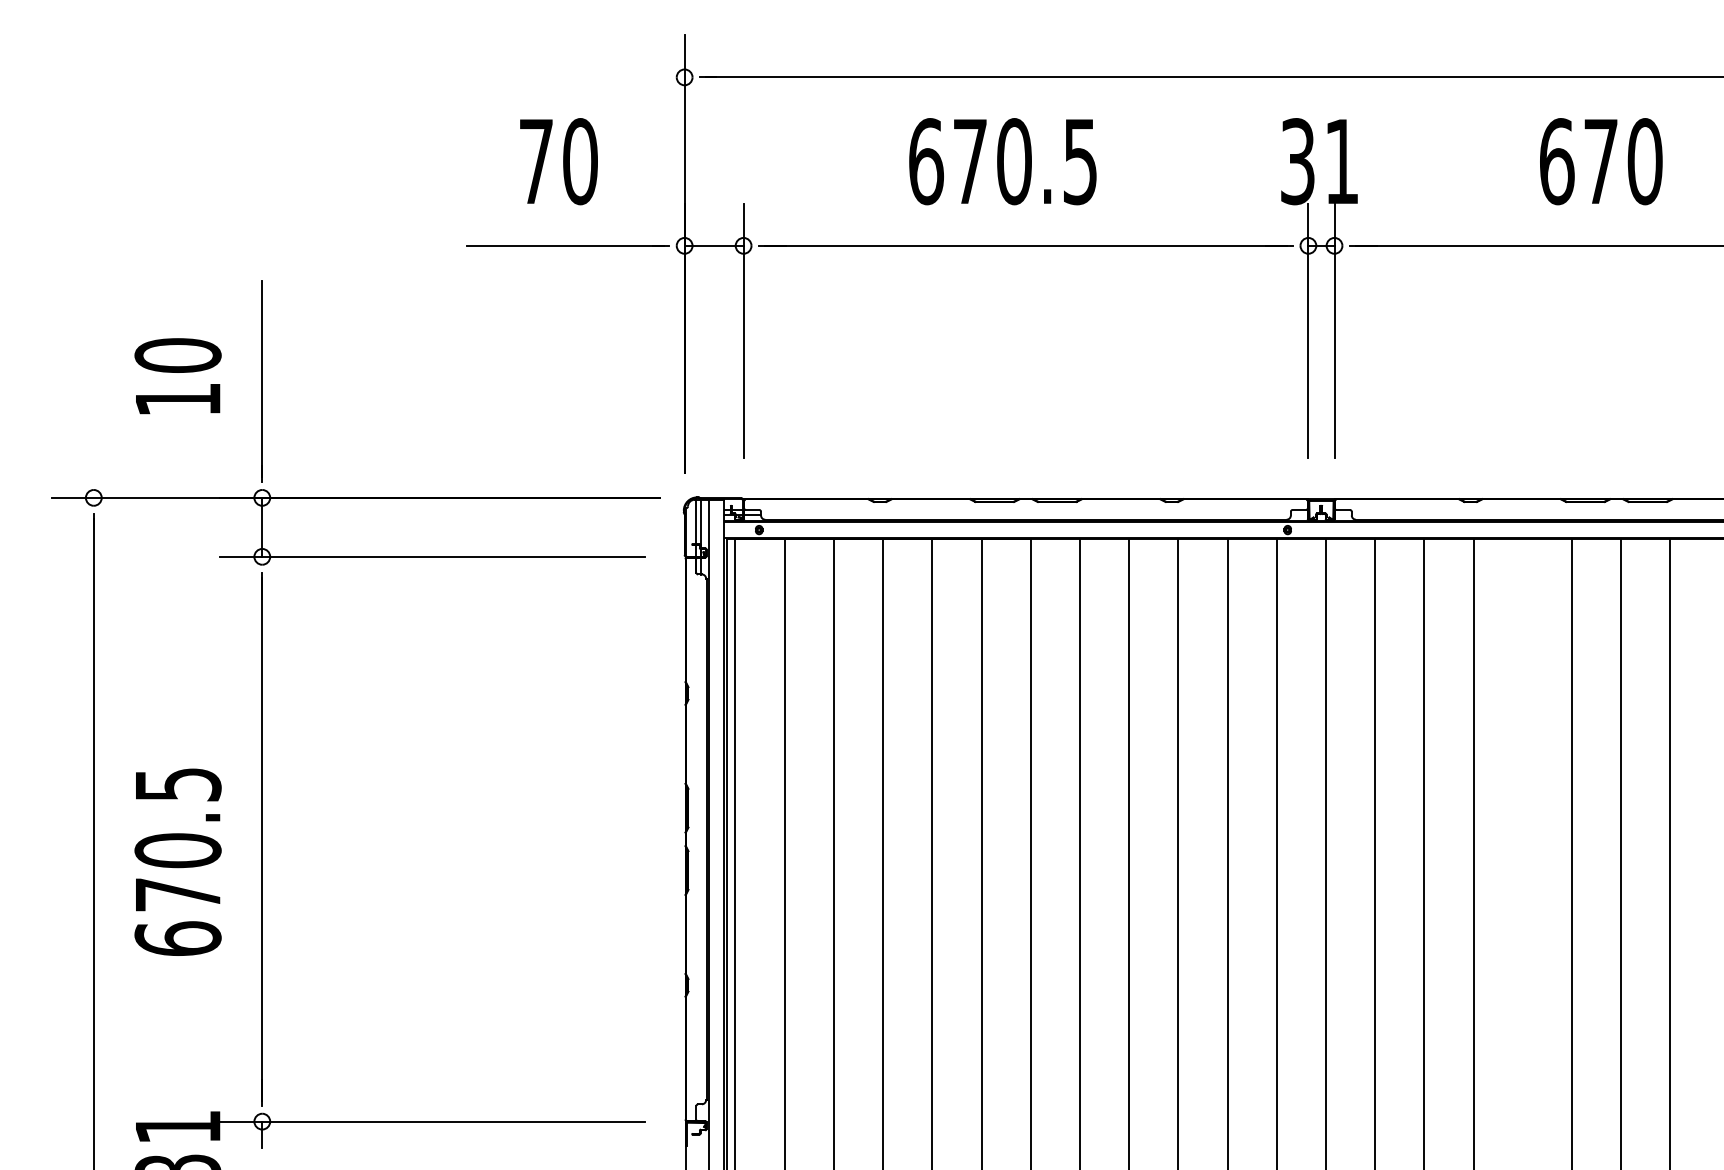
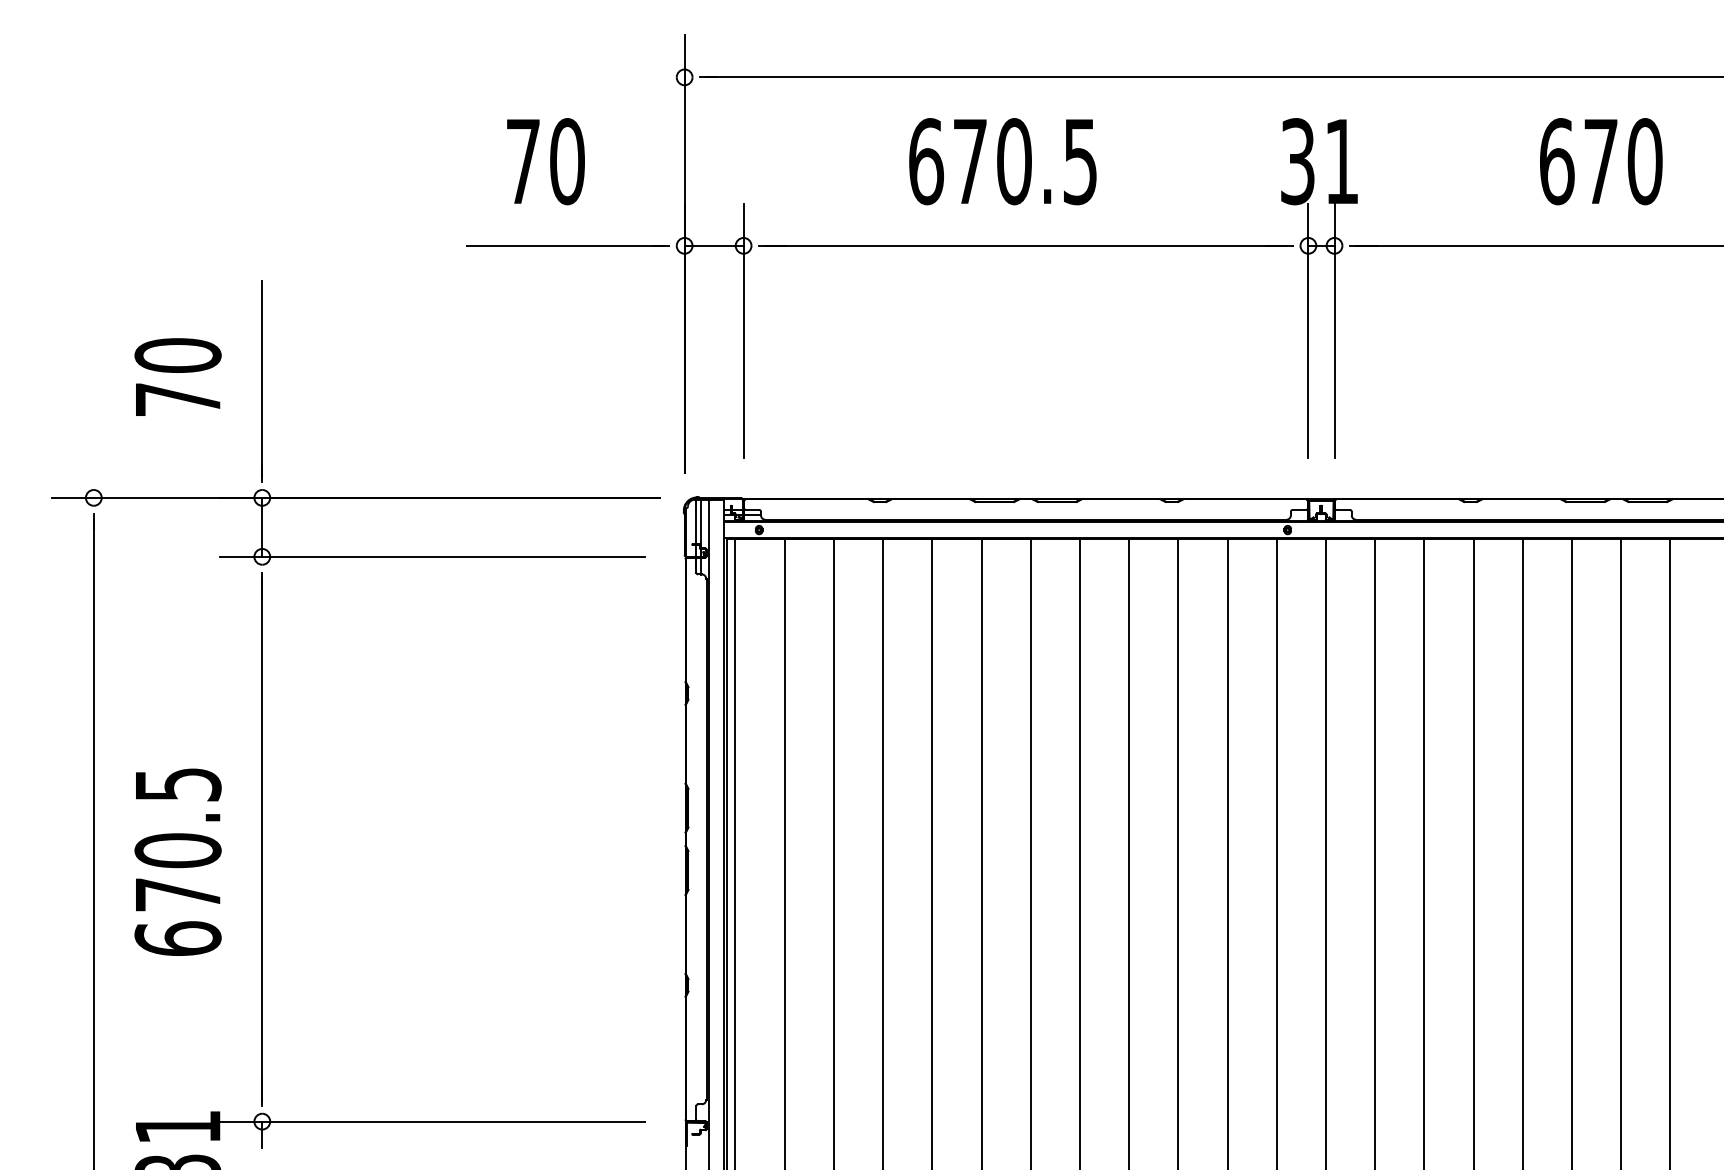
text at (558, 161) position: (558, 161) -> (545, 161)
text at (178, 399): 10 -> 70
line at (1522, 852): none -> present
